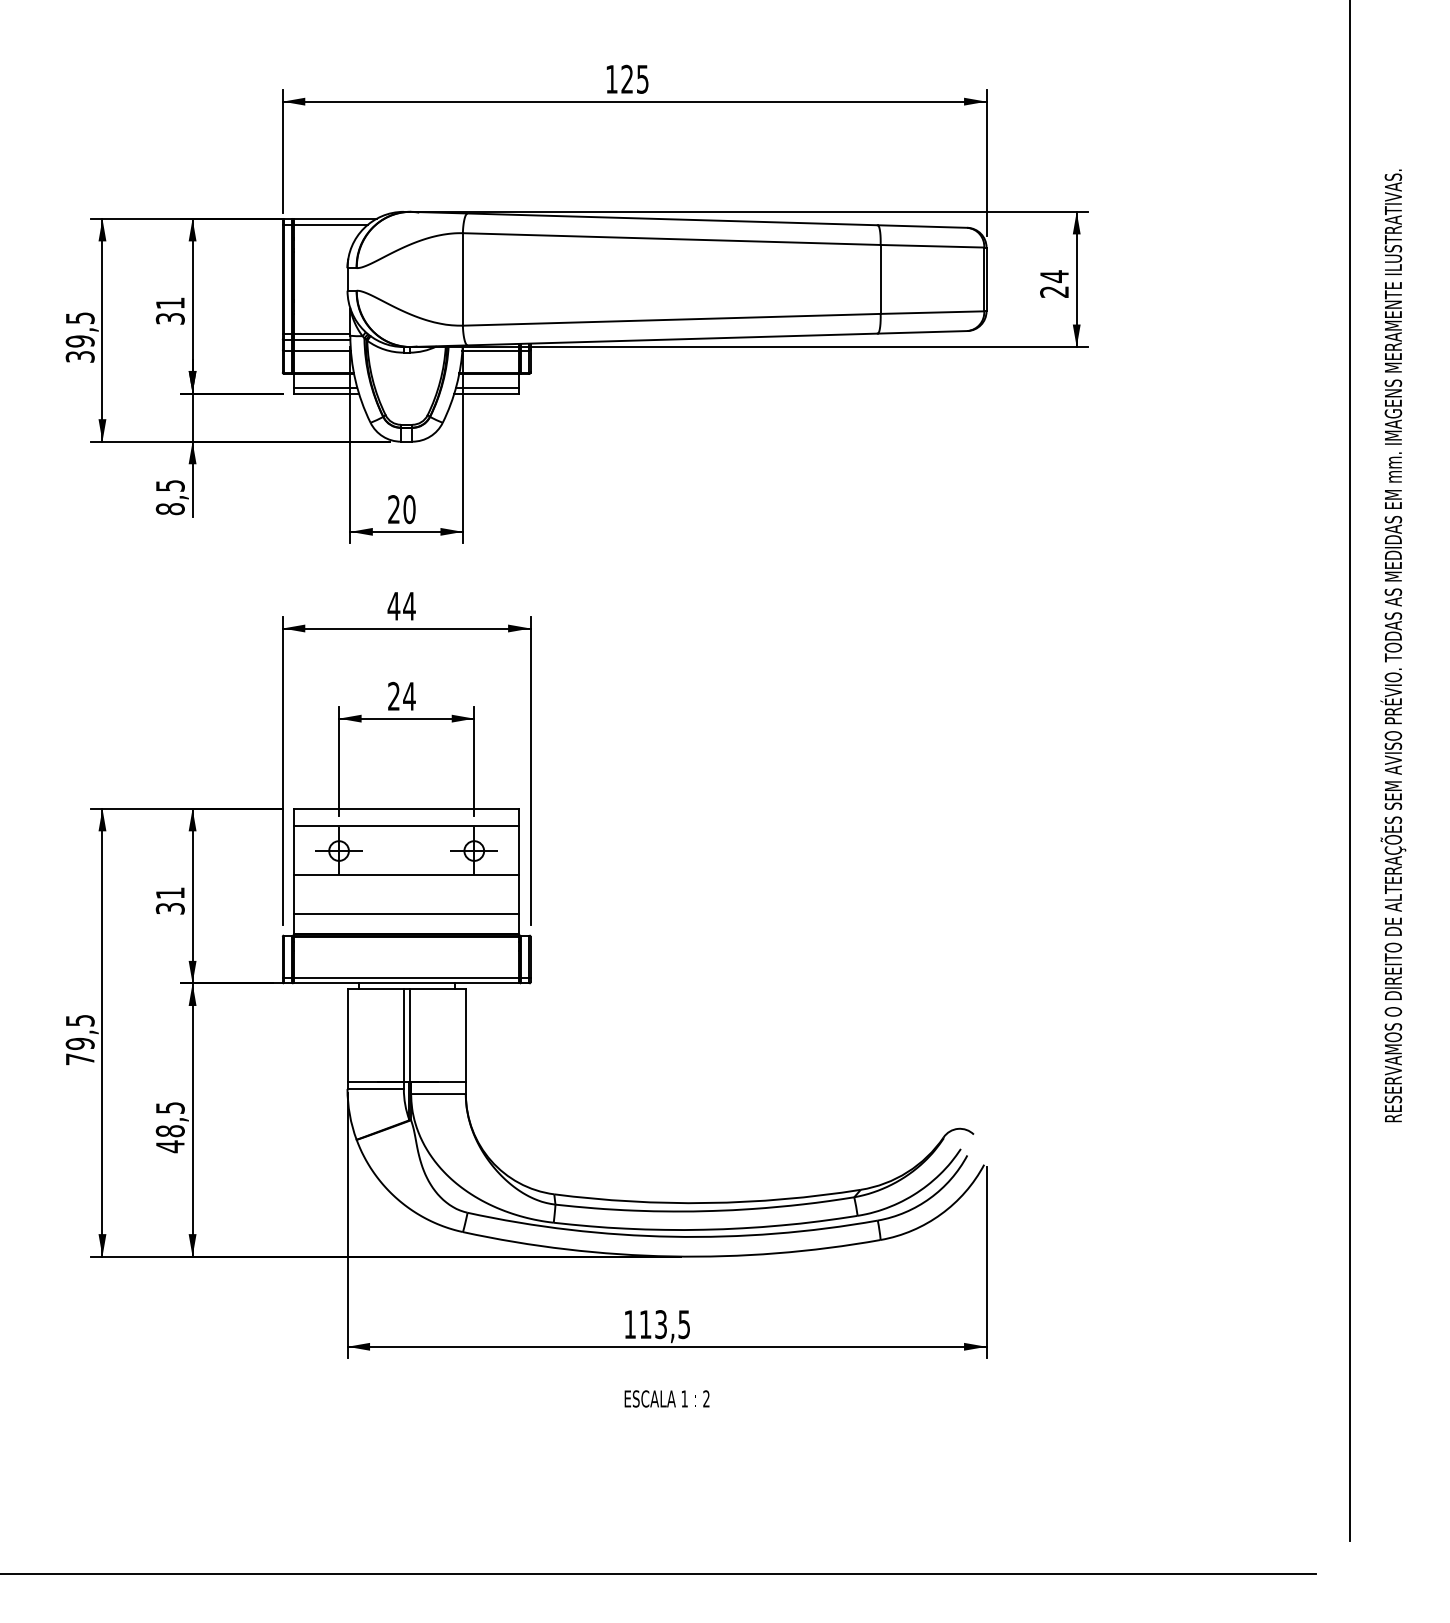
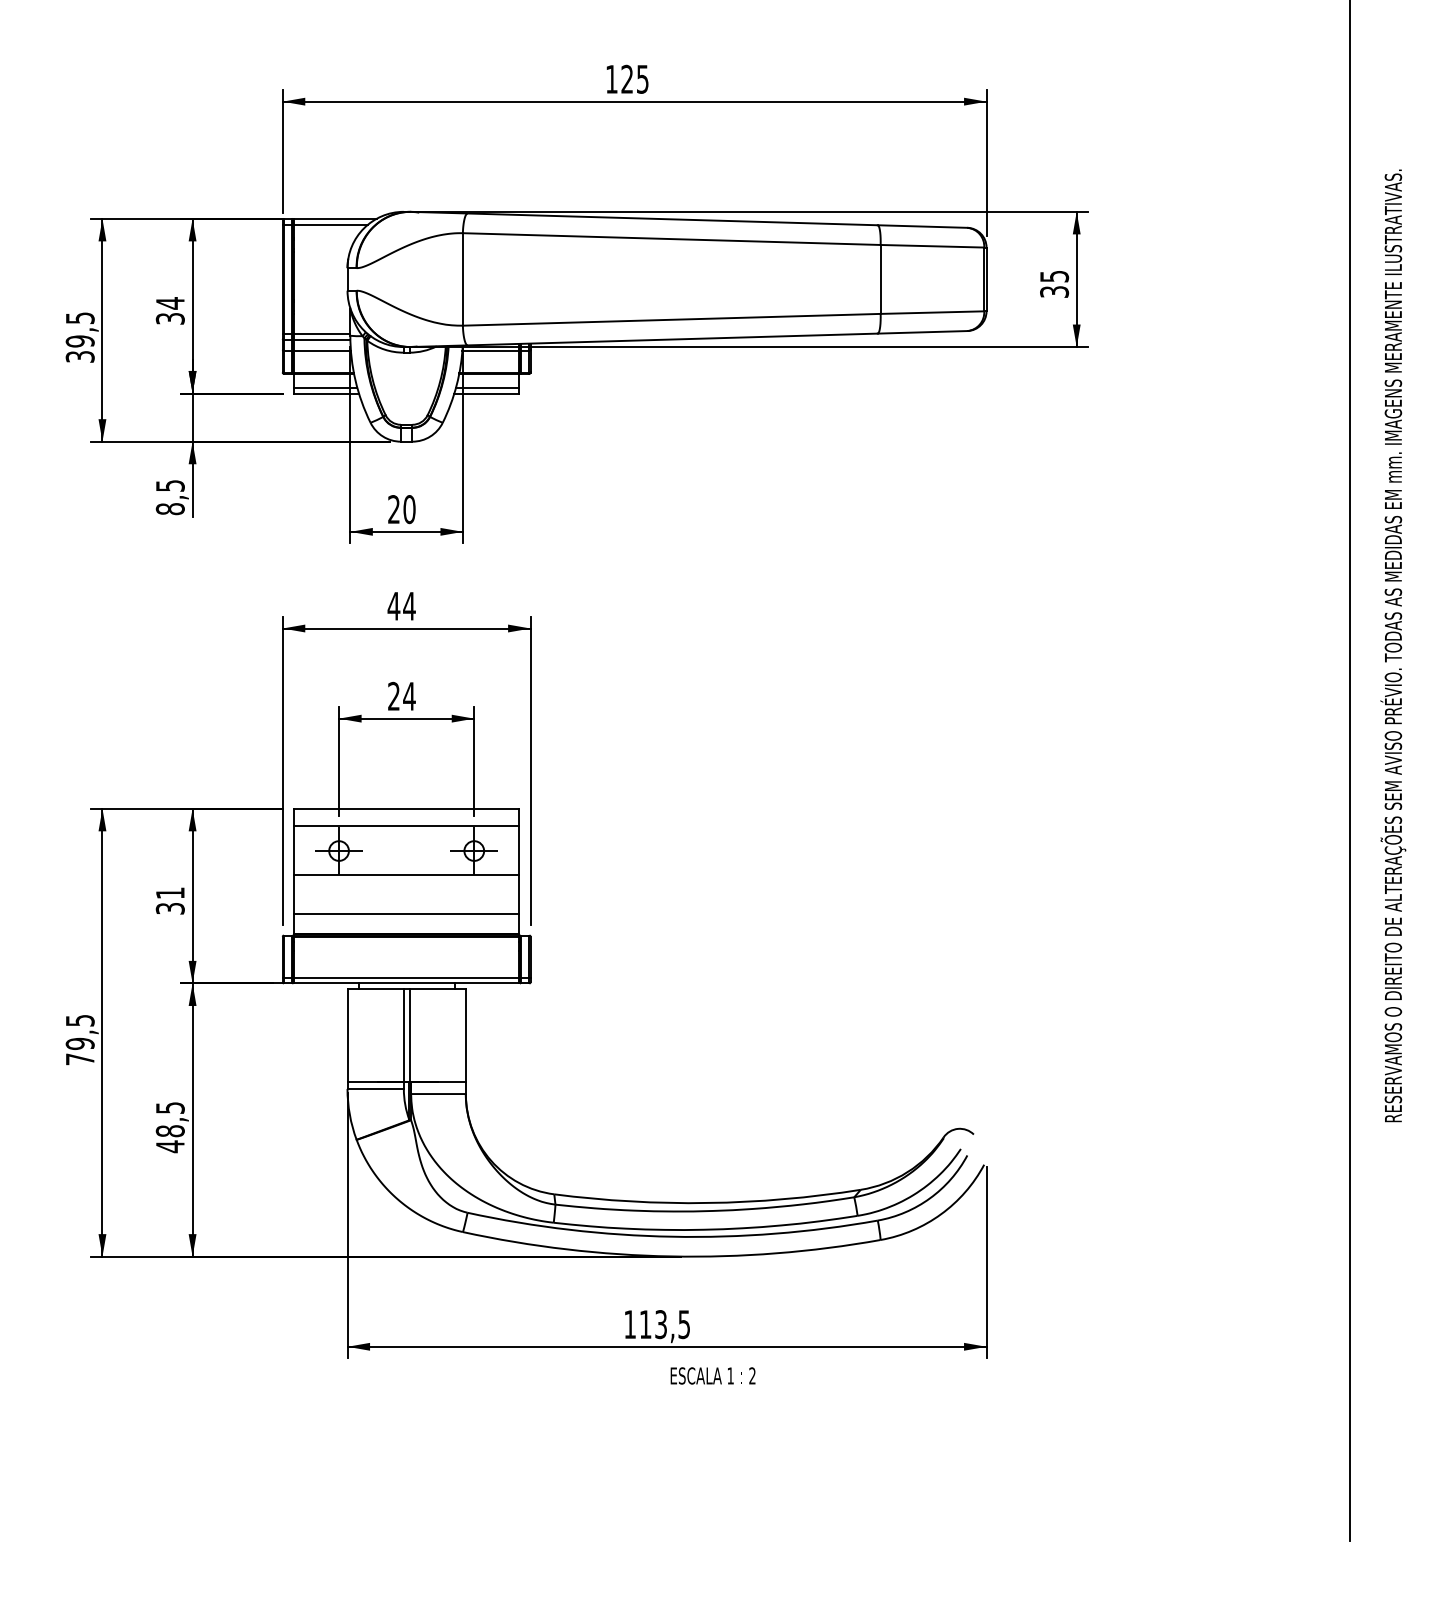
text at (1054, 283): 24 -> 35
text at (170, 303): 31 -> 34
text at (666, 1398) position: (666, 1398) -> (712, 1375)
line at (659, 1574): present -> none
